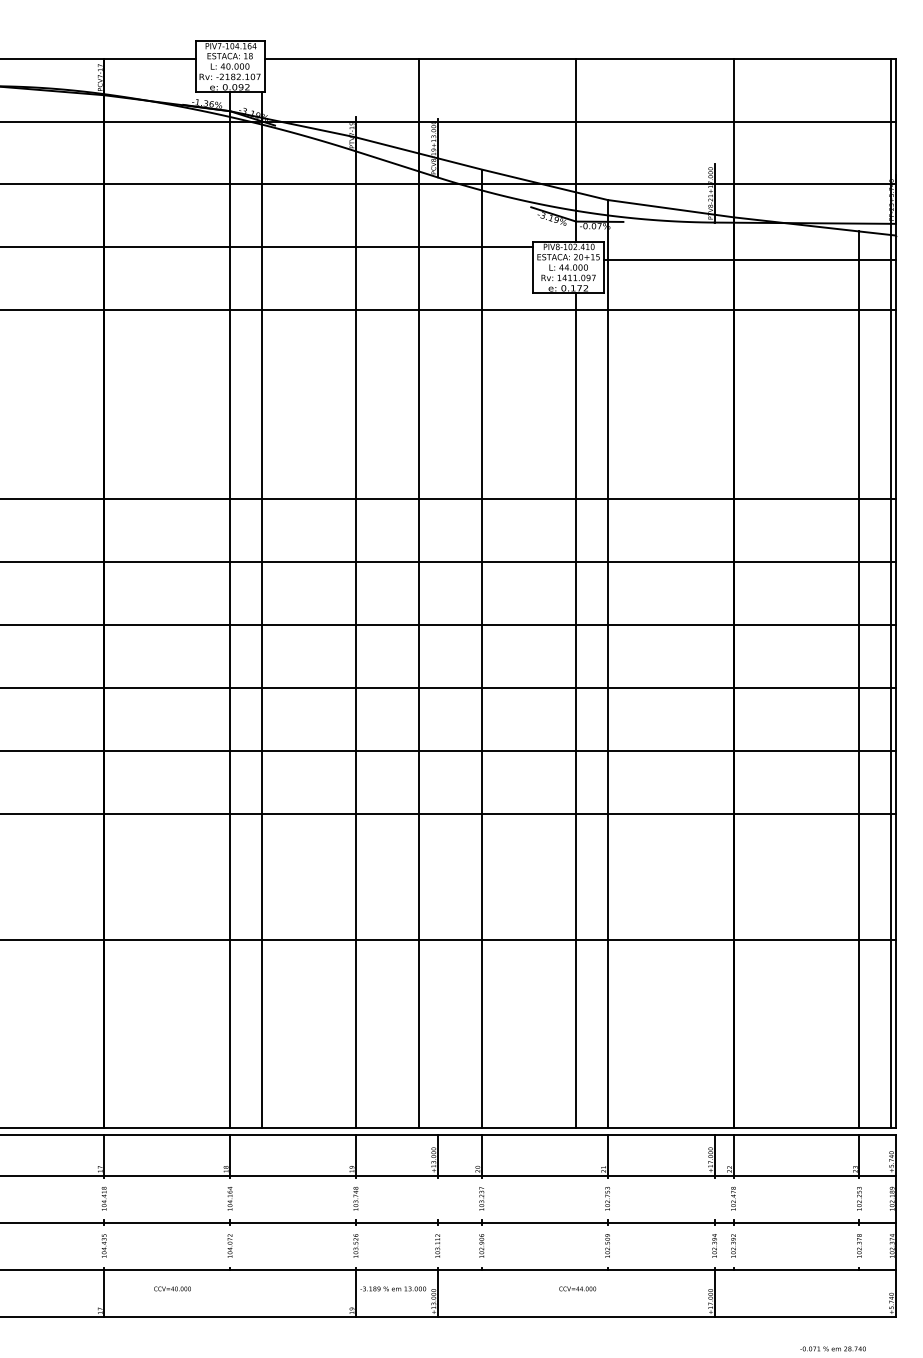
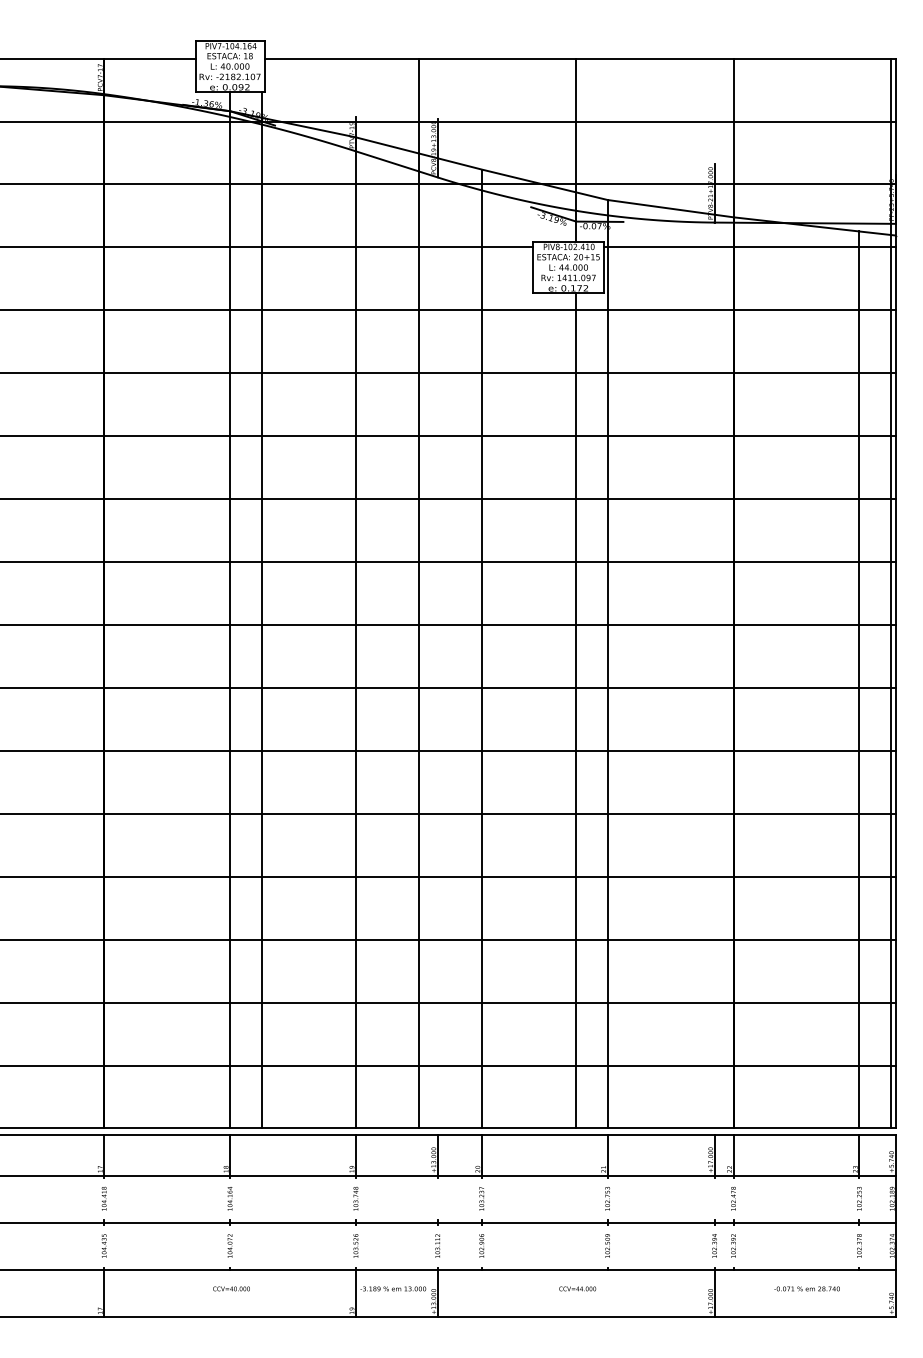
line at (749, 260) position: (749, 260) -> (749, 247)
line at (448, 373): none -> present
line at (448, 436): none -> present
line at (448, 876): none -> present
line at (448, 1002): none -> present
line at (448, 1065): none -> present
text at (172, 1288) position: (172, 1288) -> (231, 1288)
text at (832, 1348) position: (832, 1348) -> (806, 1288)
